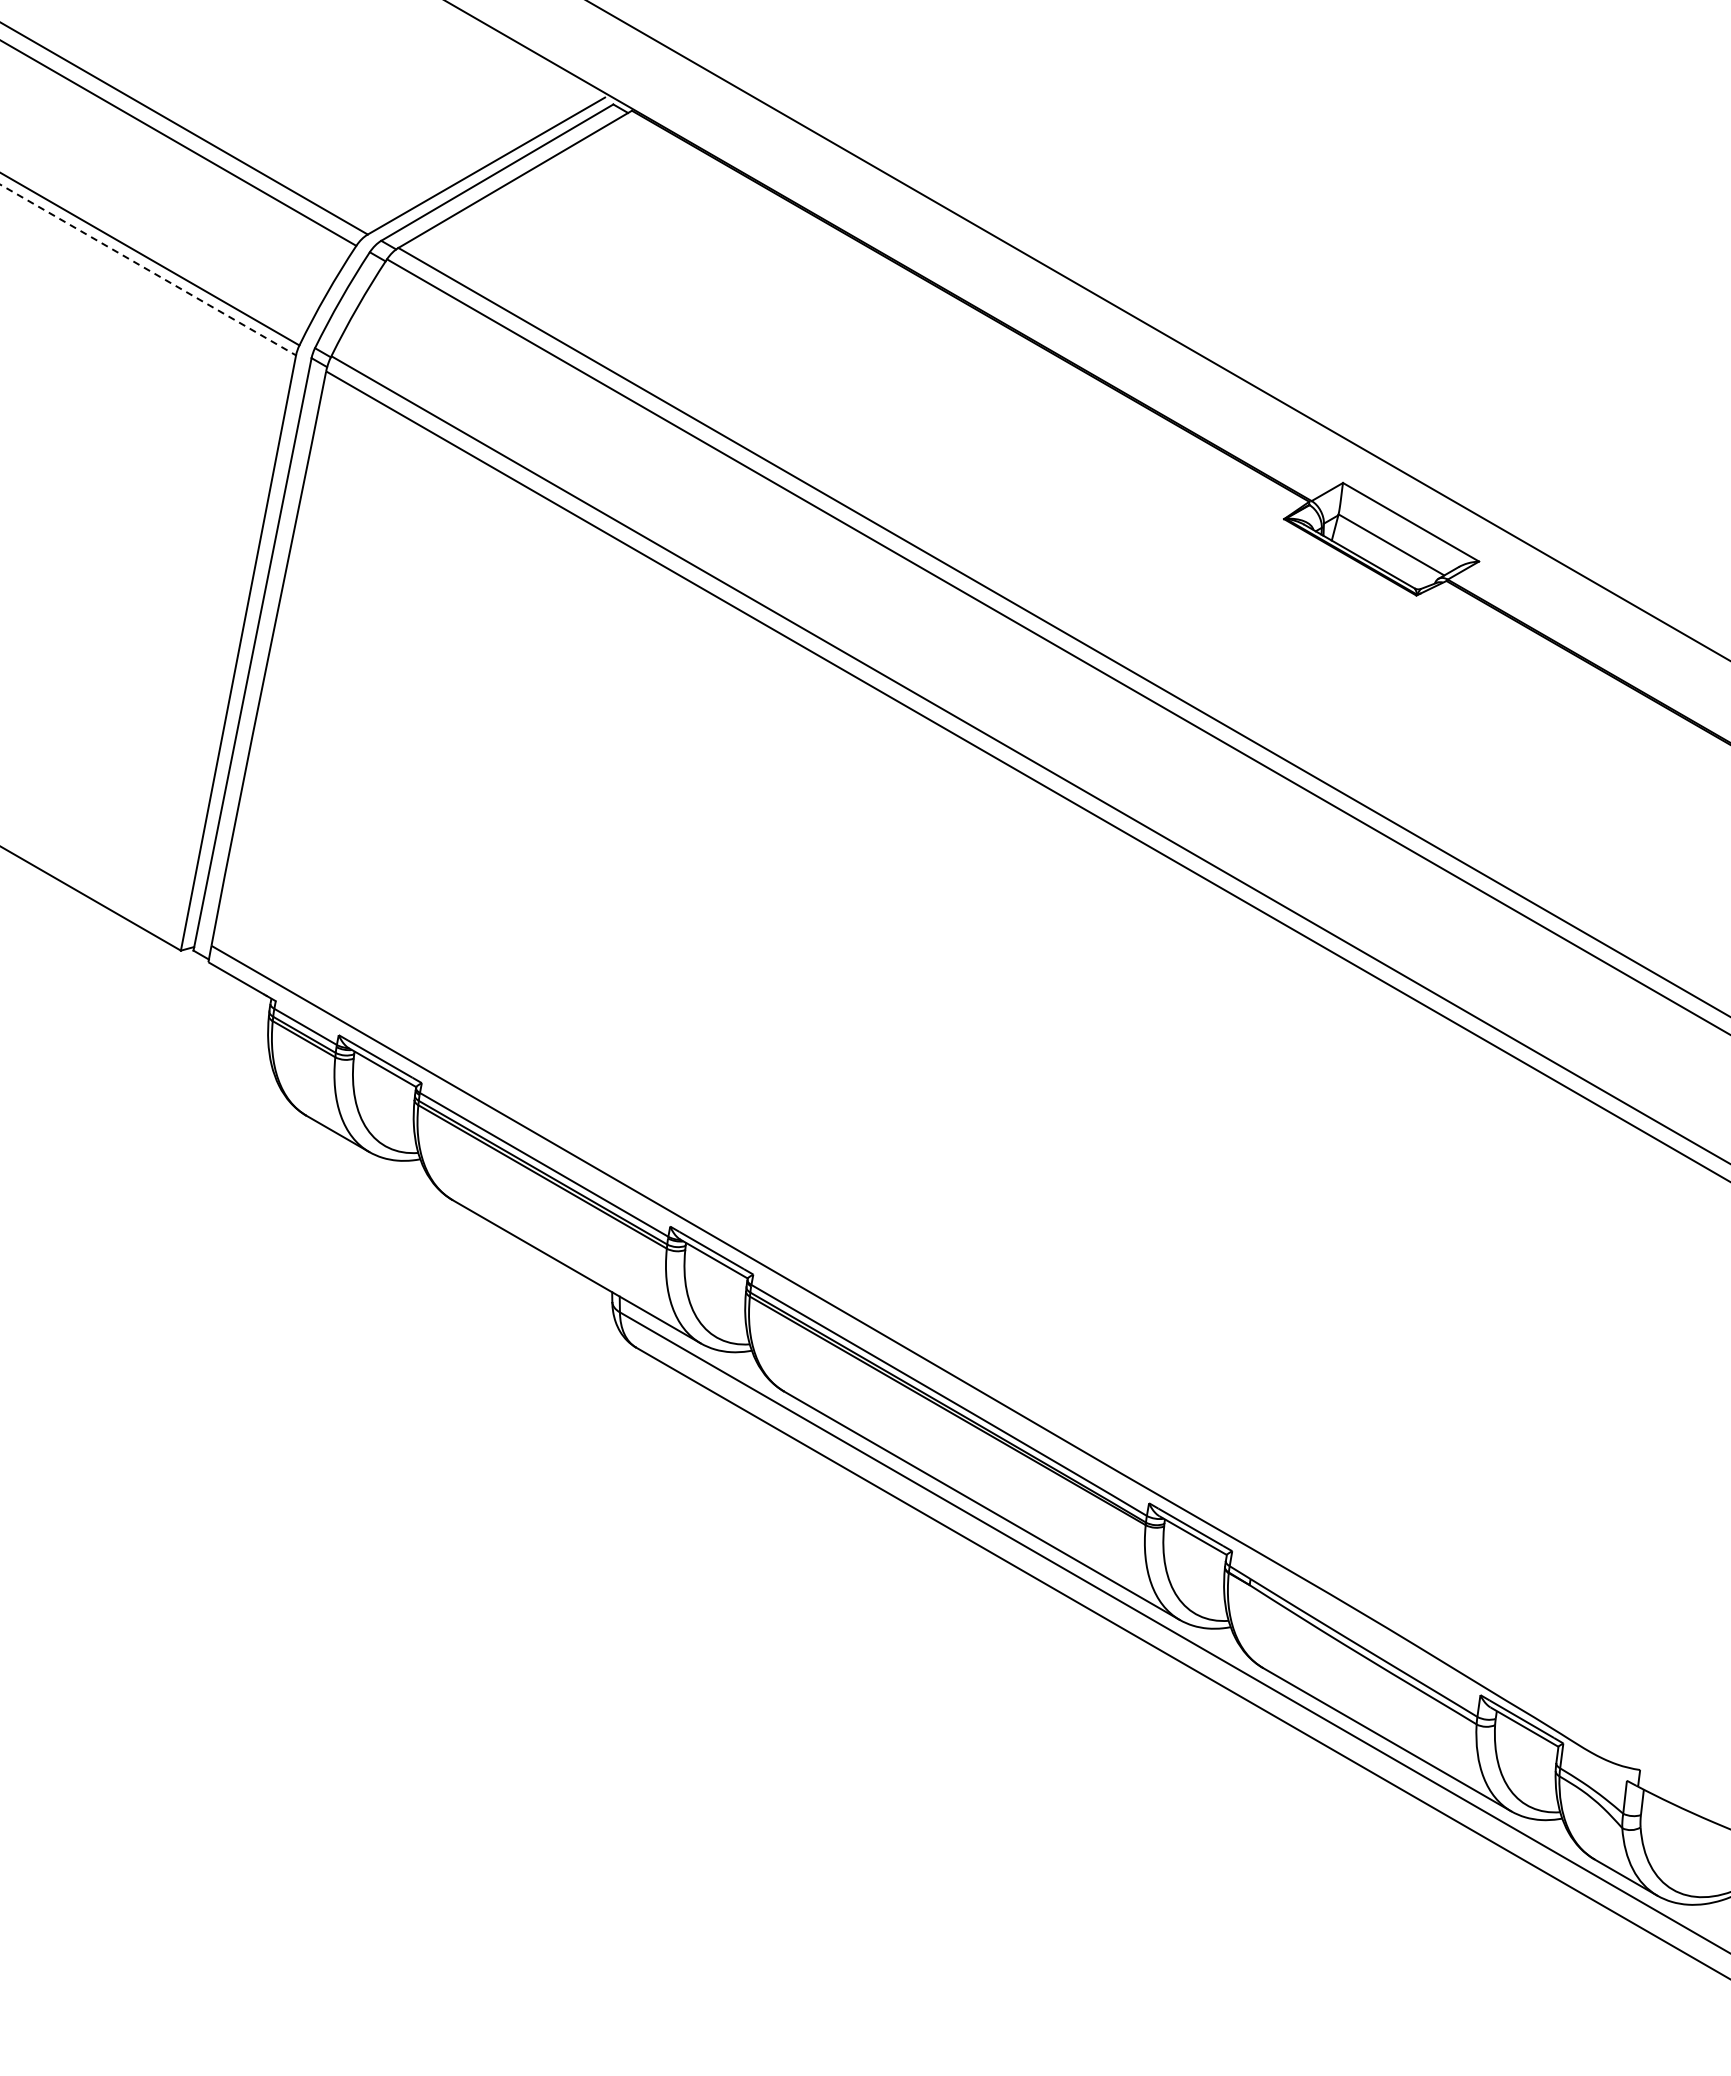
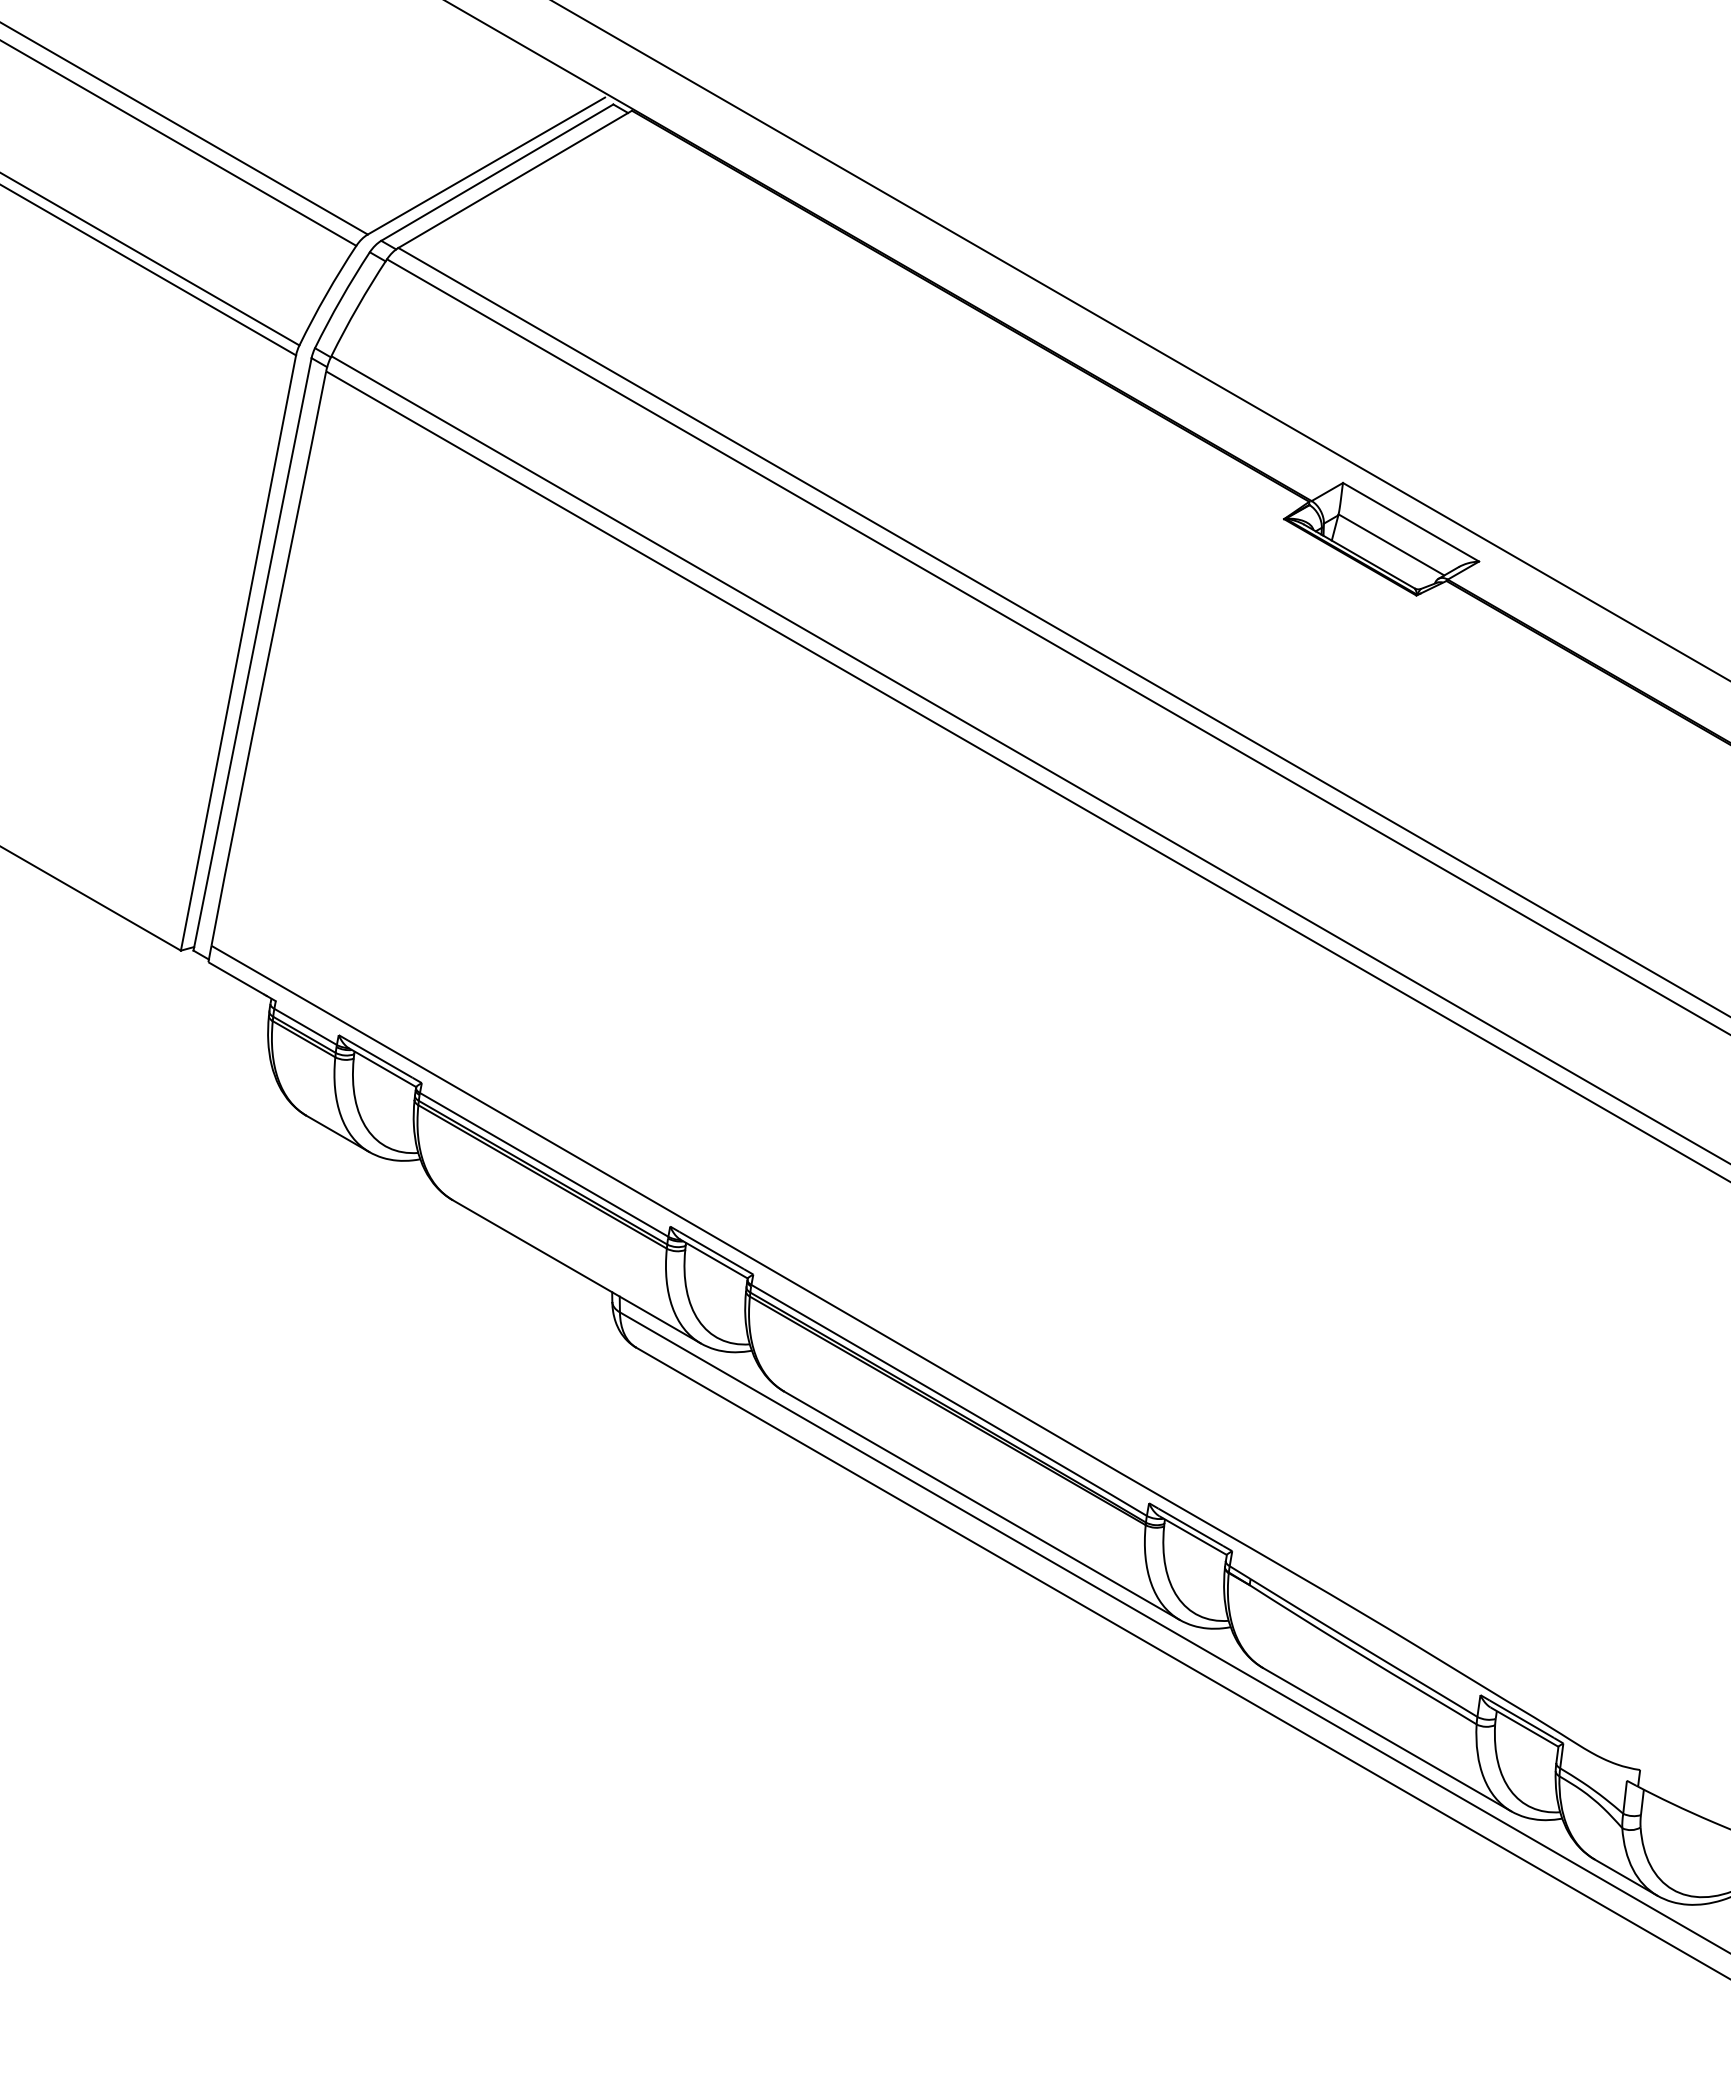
line at (148, 270): dashed -> solid
line at (1158, 330) position: (1158, 330) -> (1140, 340)
